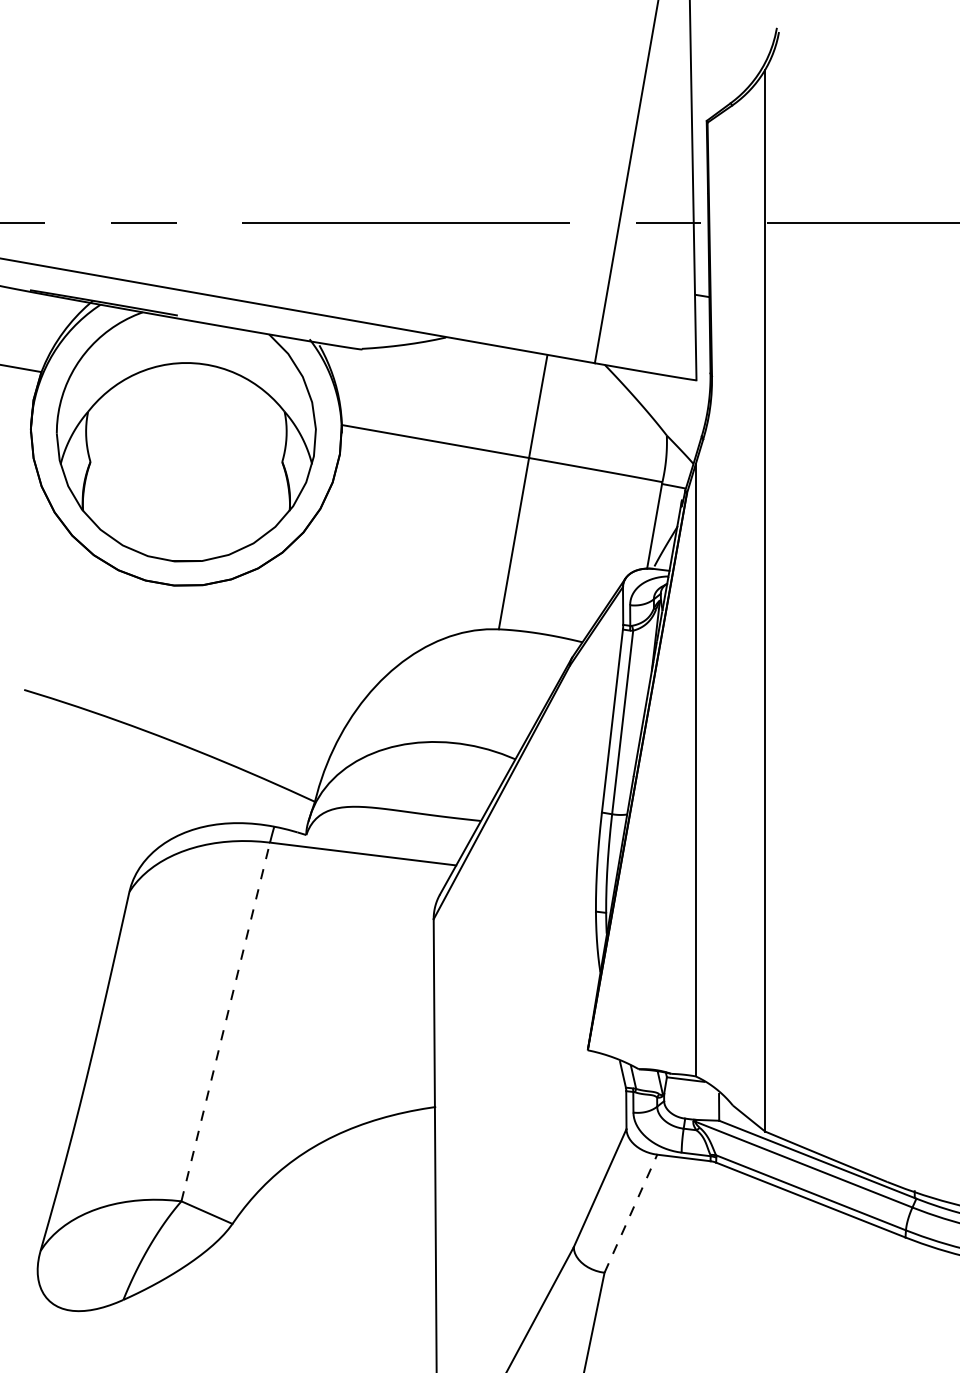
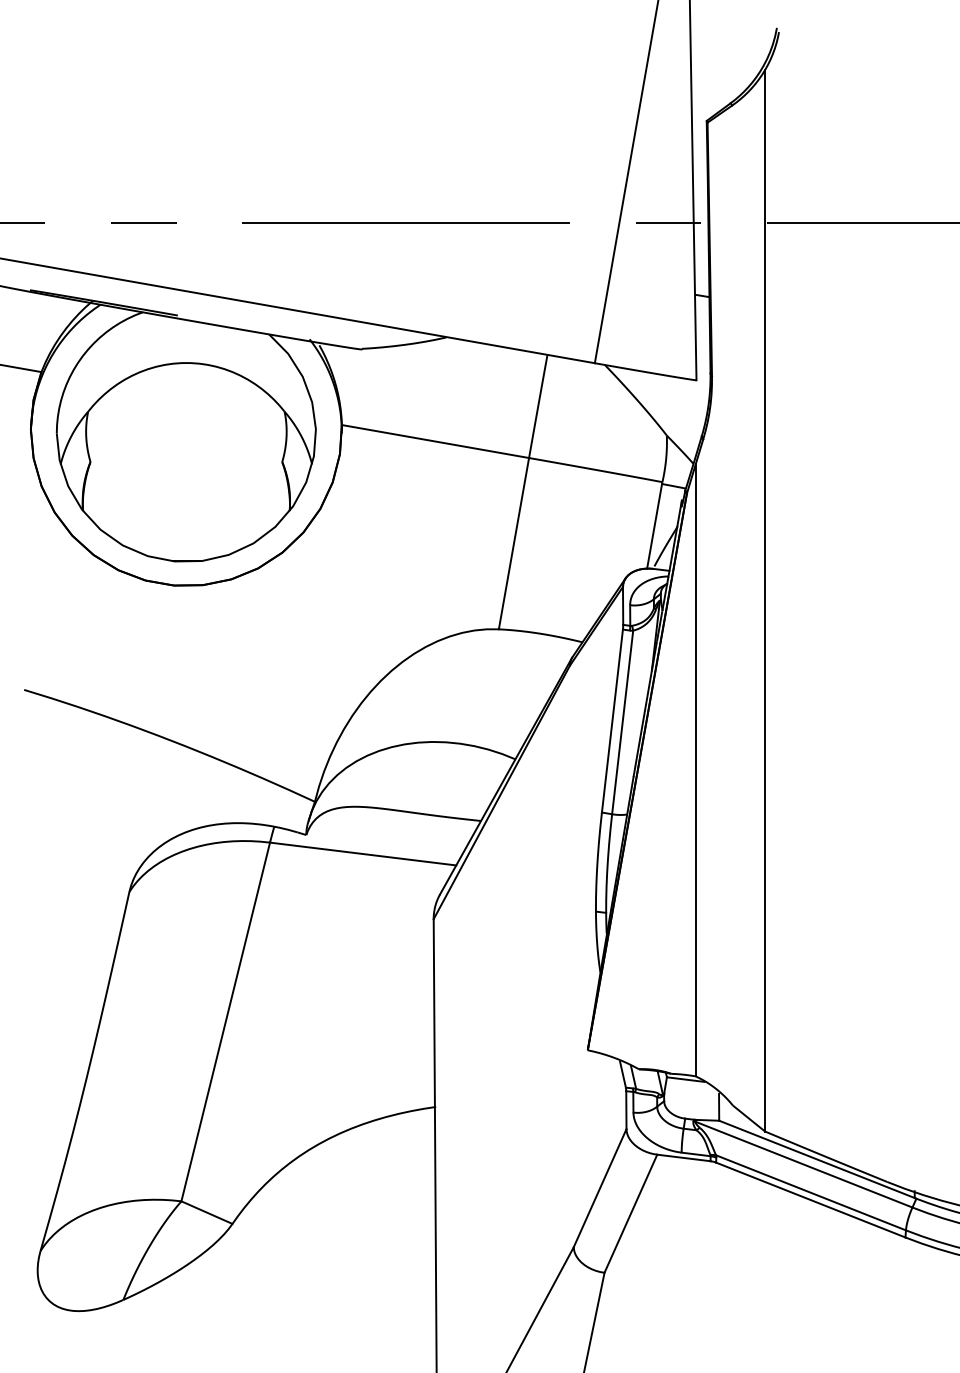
line at (225, 1021): dashed -> solid
line at (630, 1213): dashed -> solid
